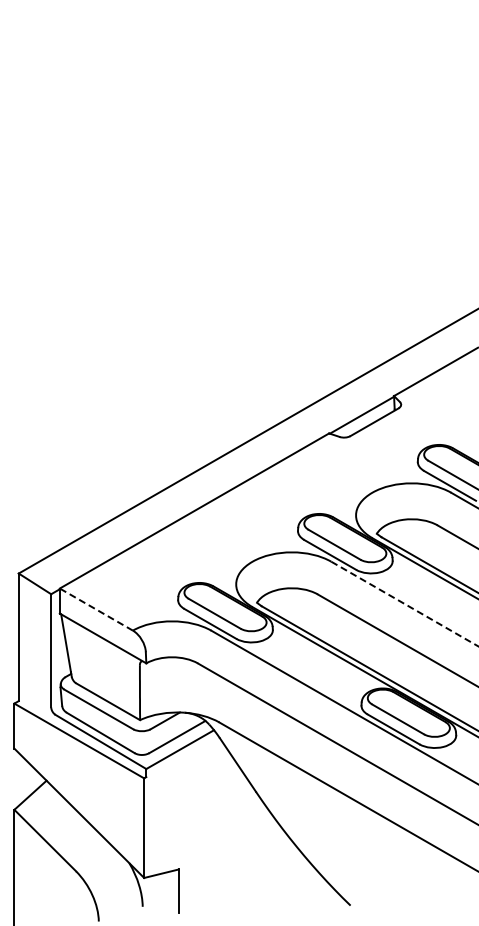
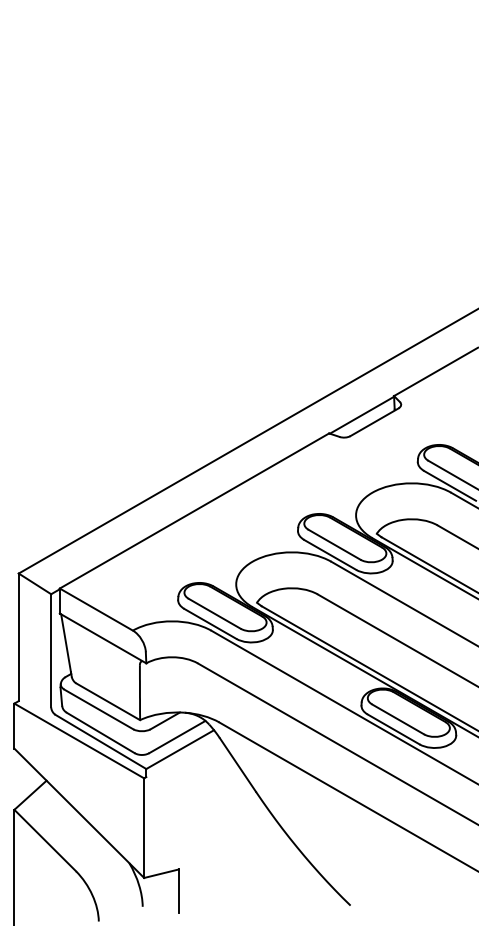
line at (404, 604): dashed -> solid
line at (95, 609): dashed -> solid
